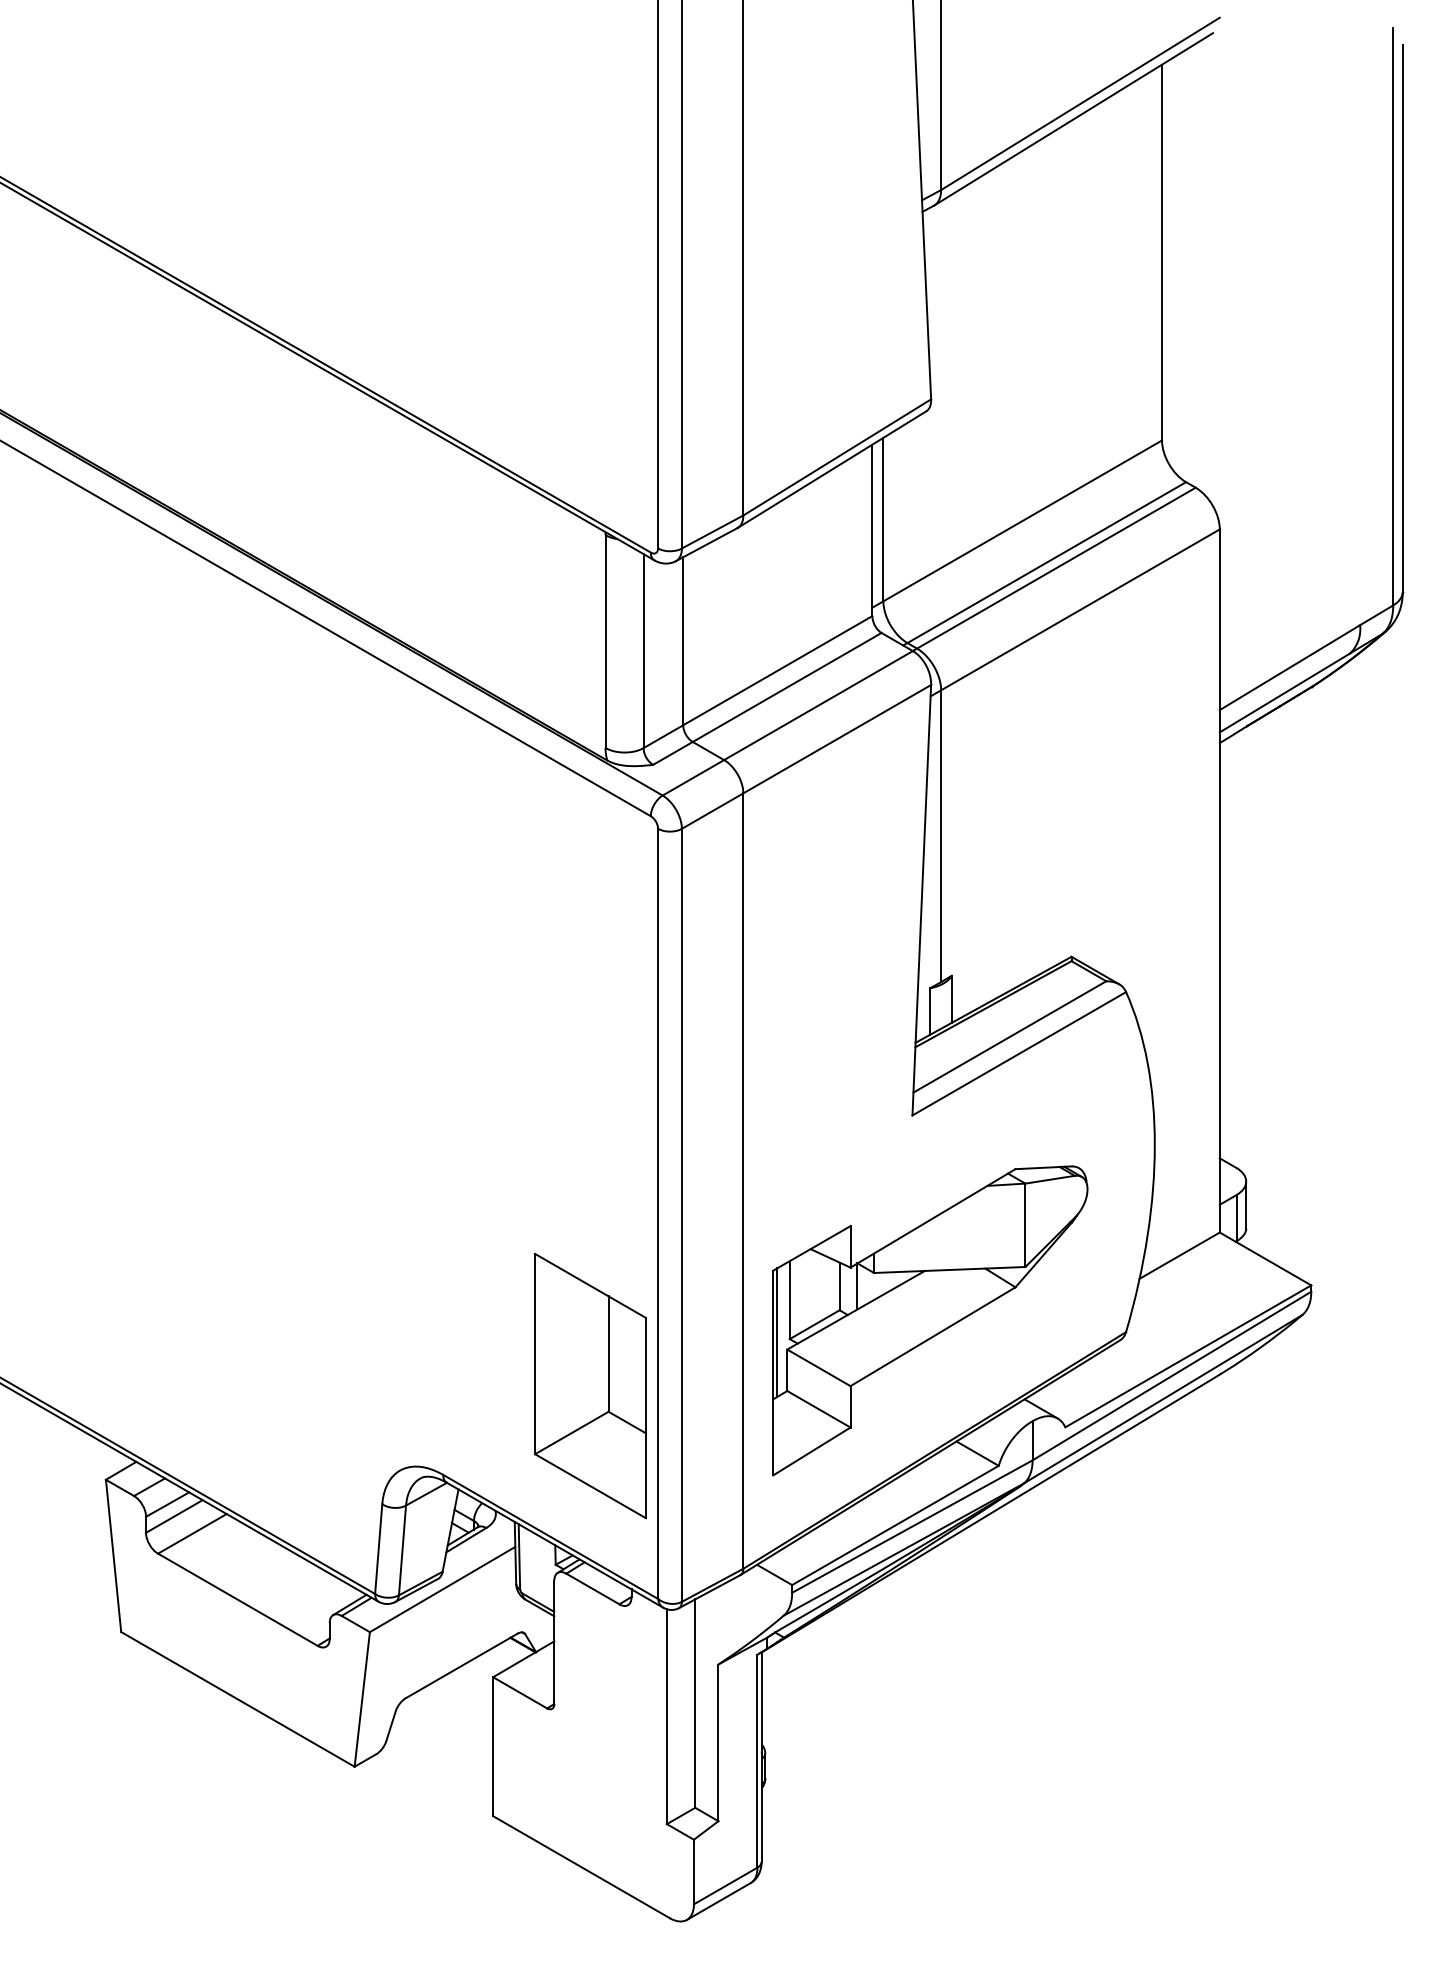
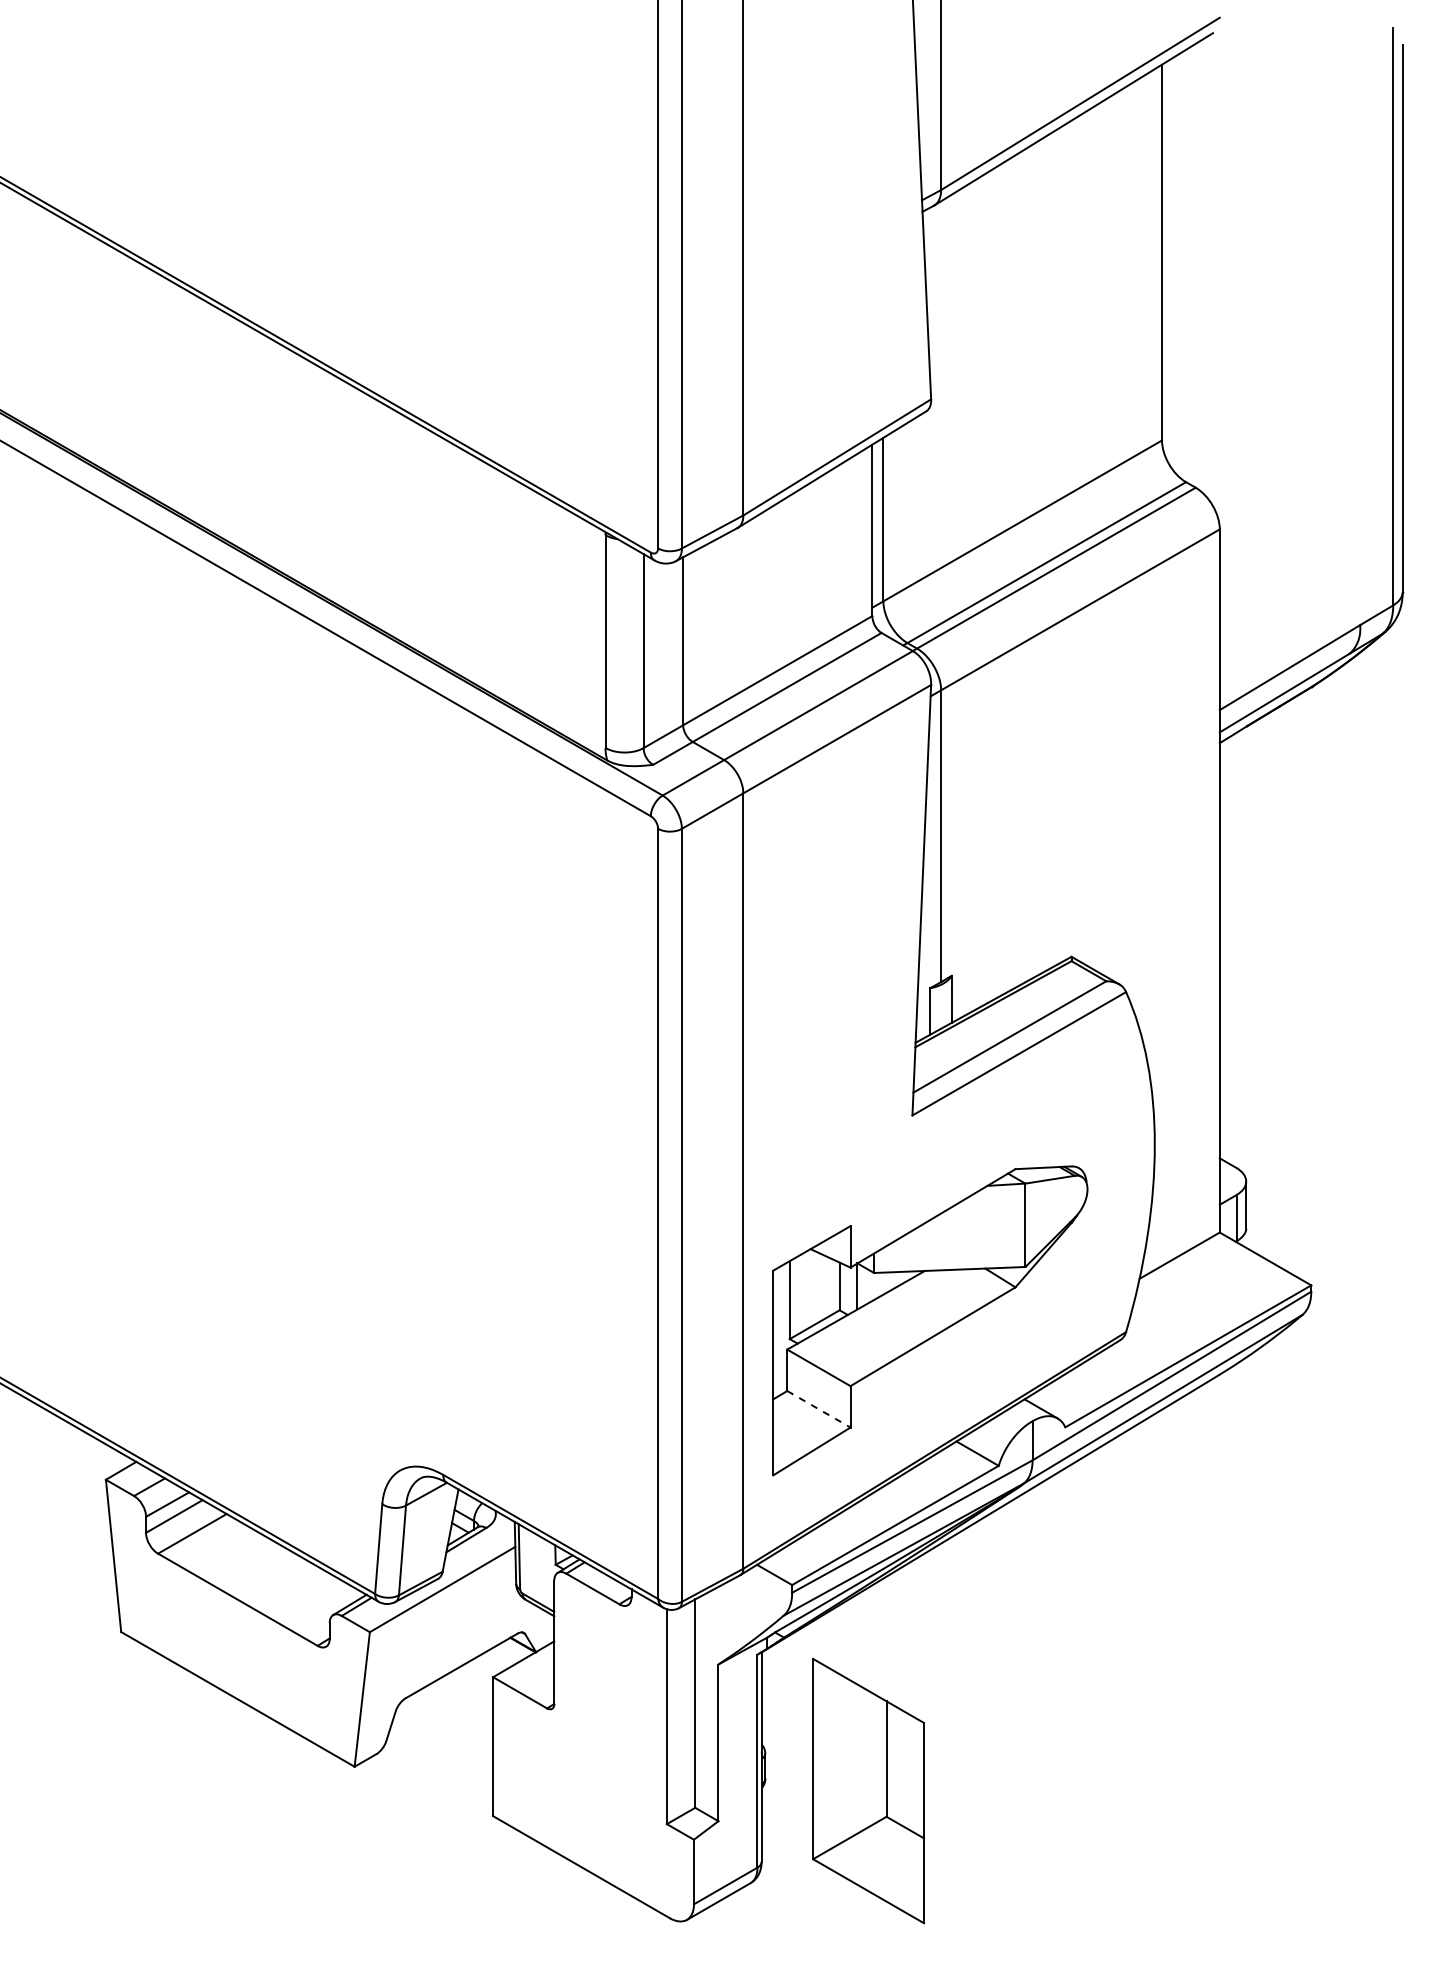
line at (777, 1332): present -> none
part at (590, 1386) position: (590, 1386) -> (868, 1791)
line at (818, 1409): solid -> dashed
